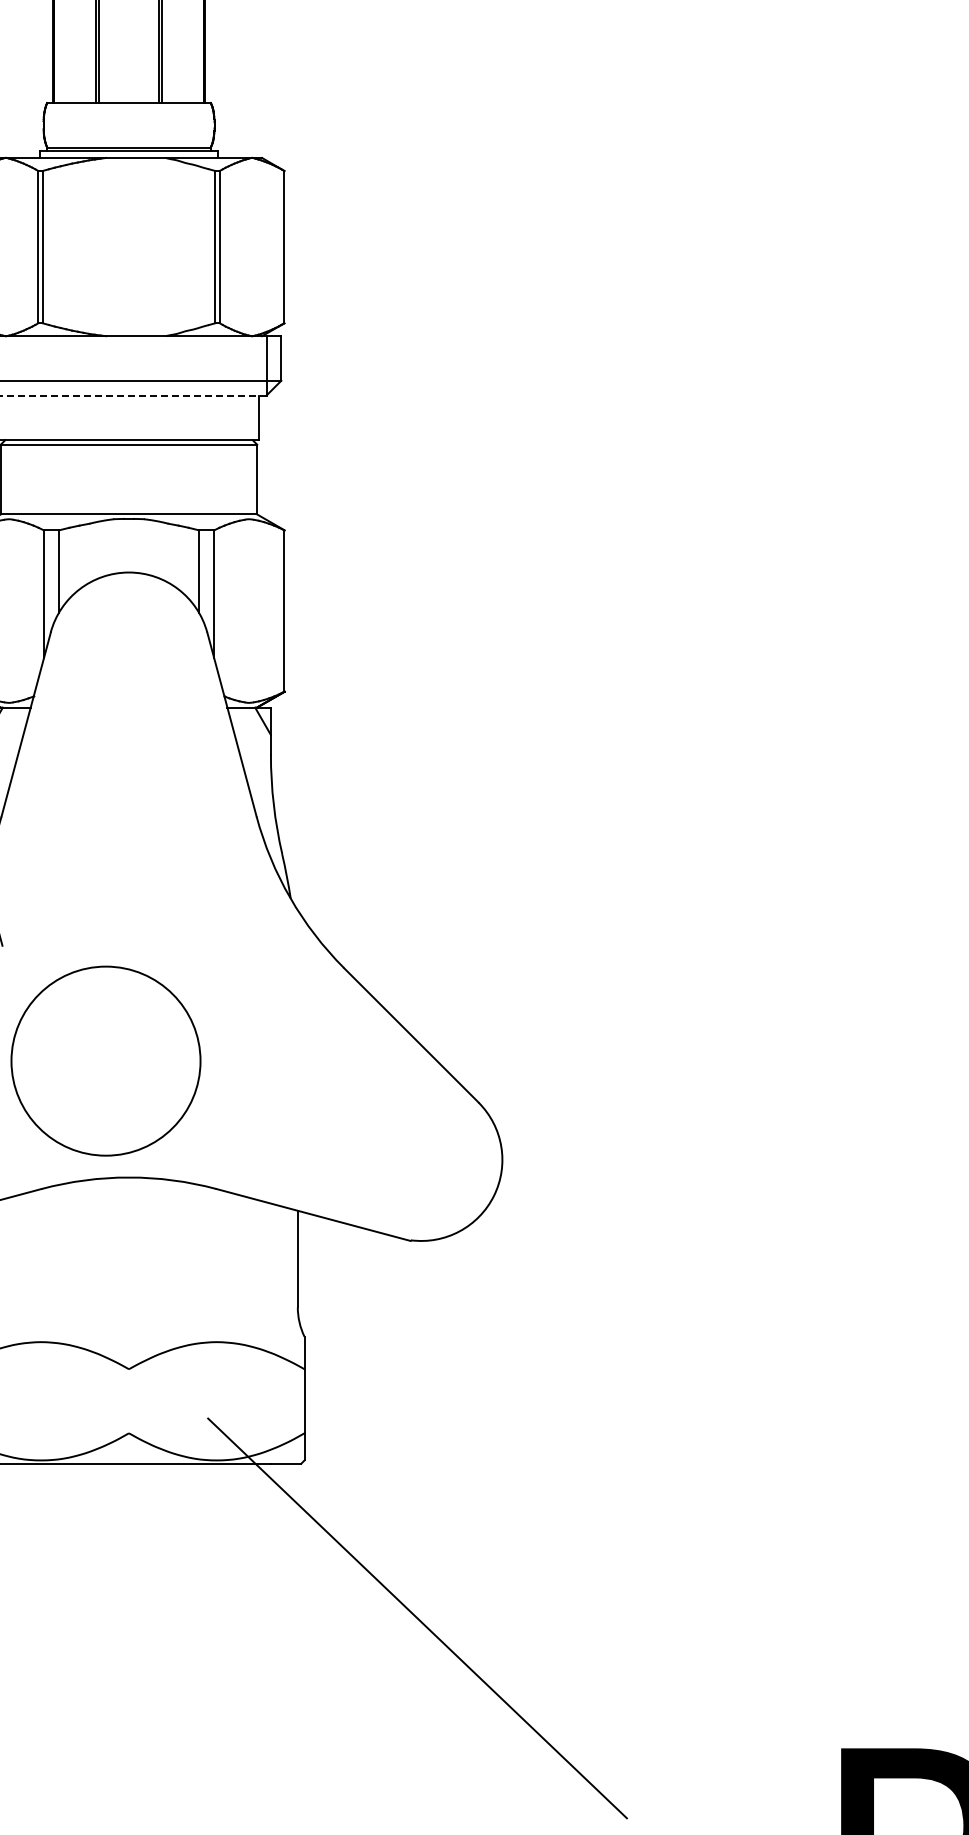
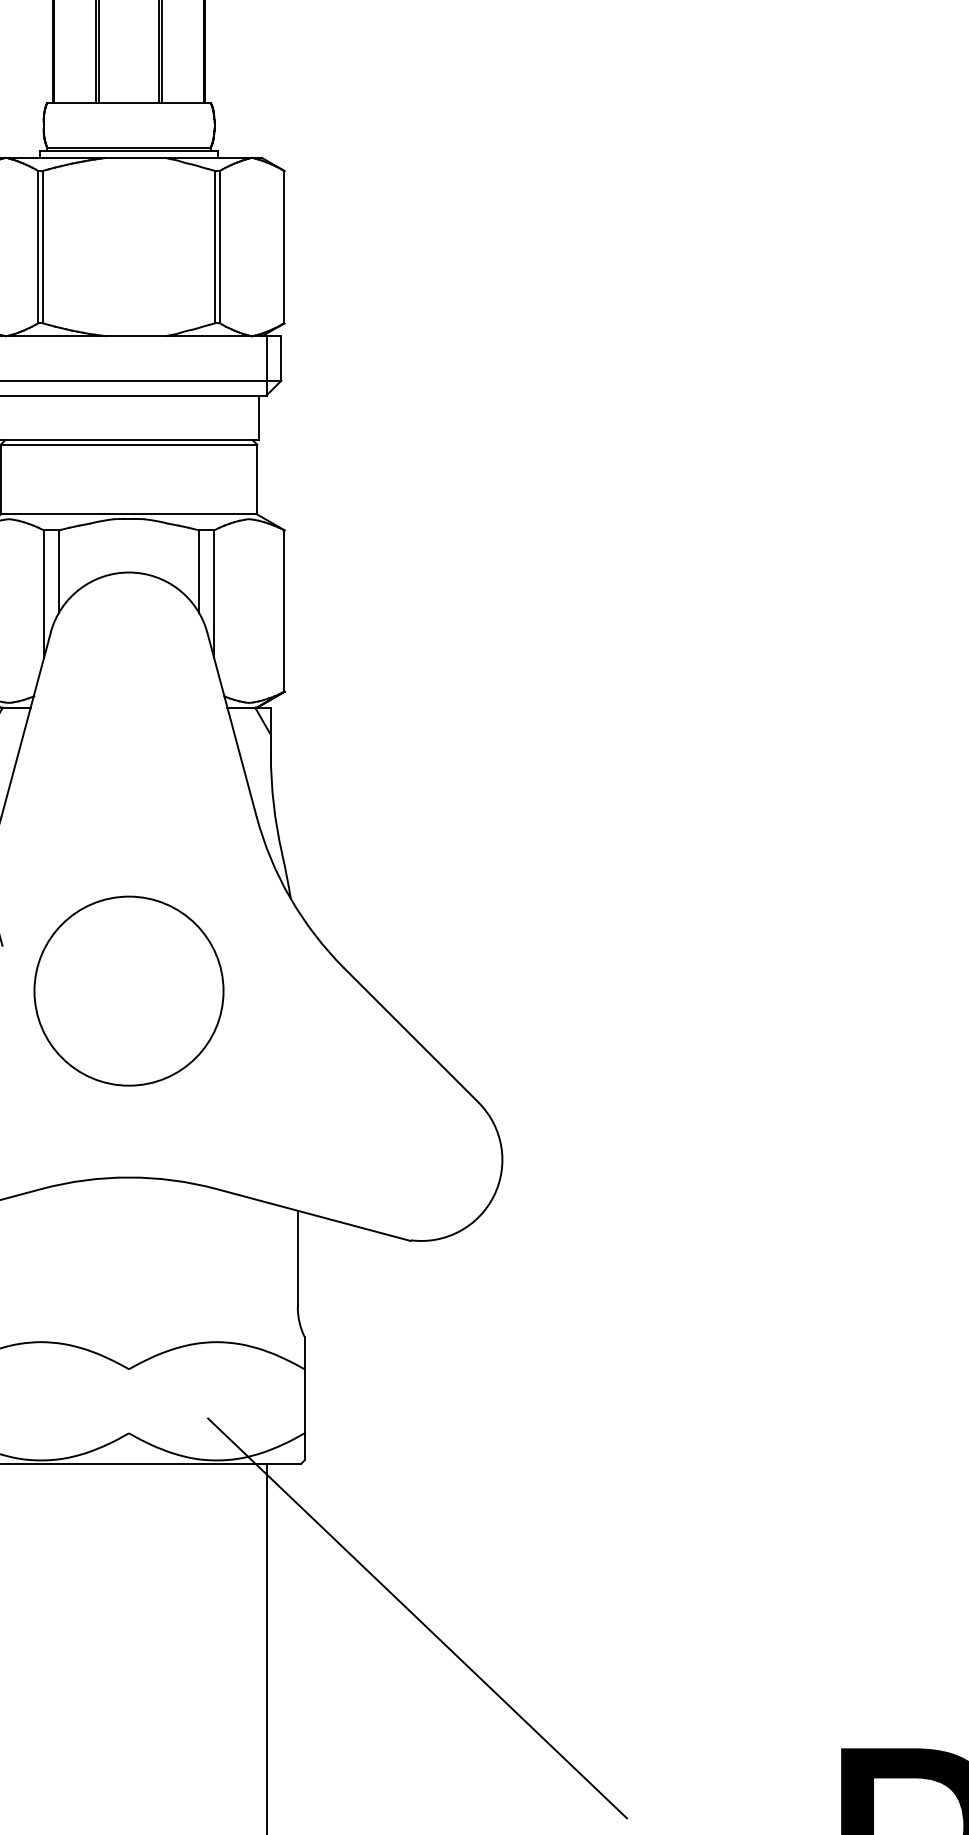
line at (133, 395): dashed -> solid
circle at (105, 1060) position: (105, 1060) -> (128, 990)
line at (267, 1647): none -> present
